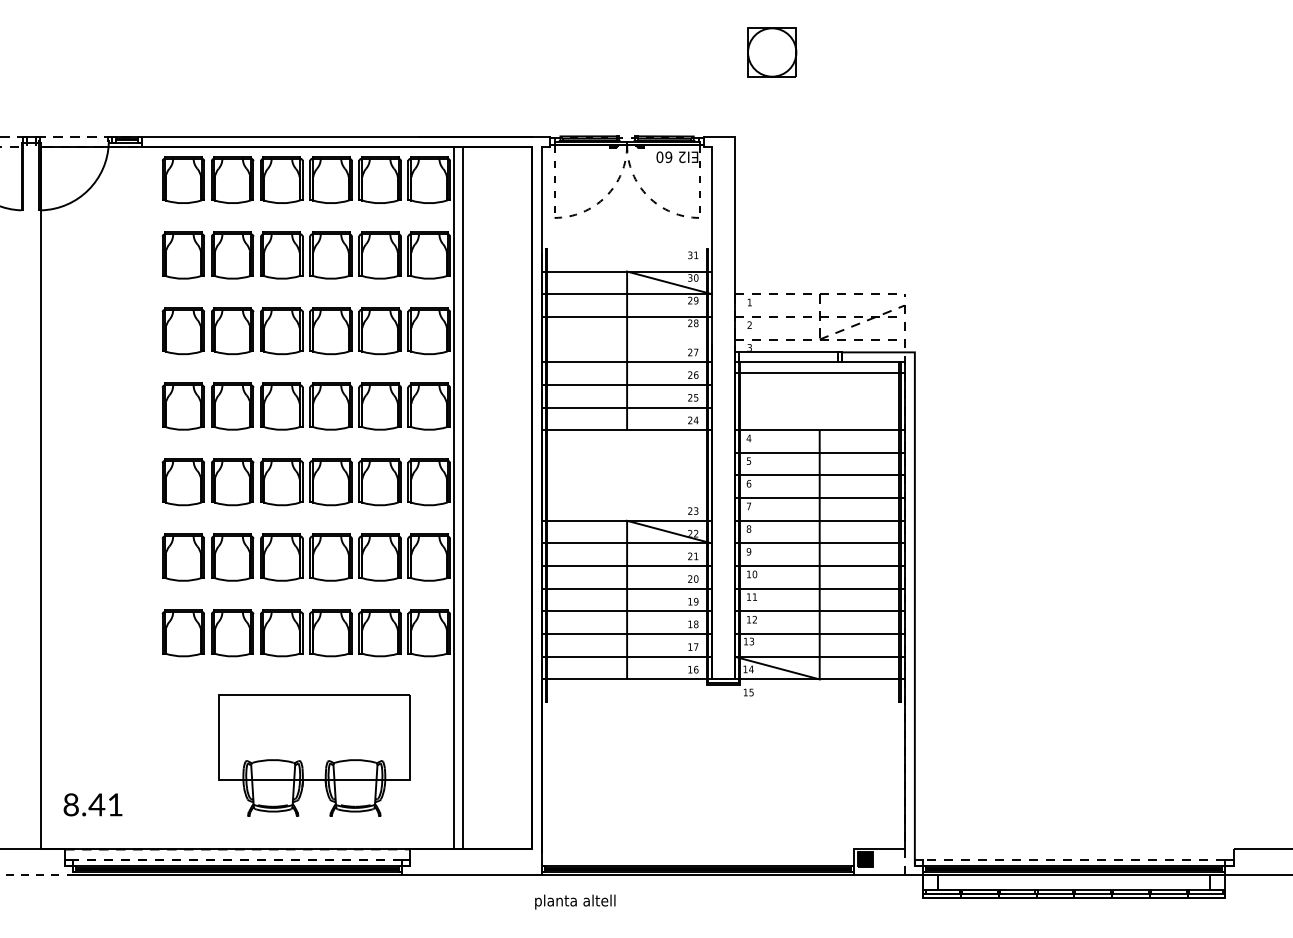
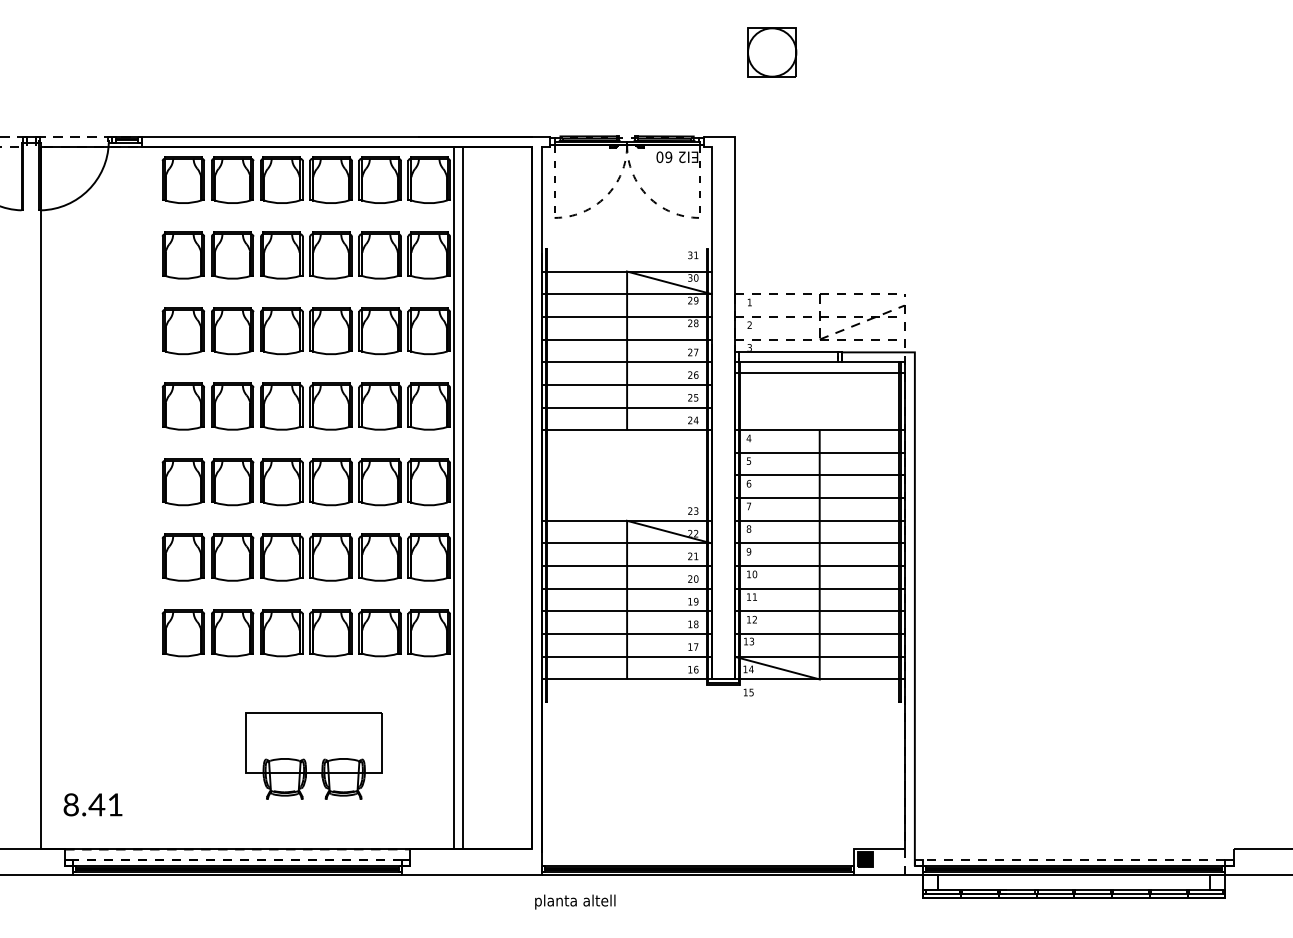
line at (627, 339): none -> present
part at (314, 755) size: 193x123 px -> 138x88 px
line at (42, 875): dashed -> solid
